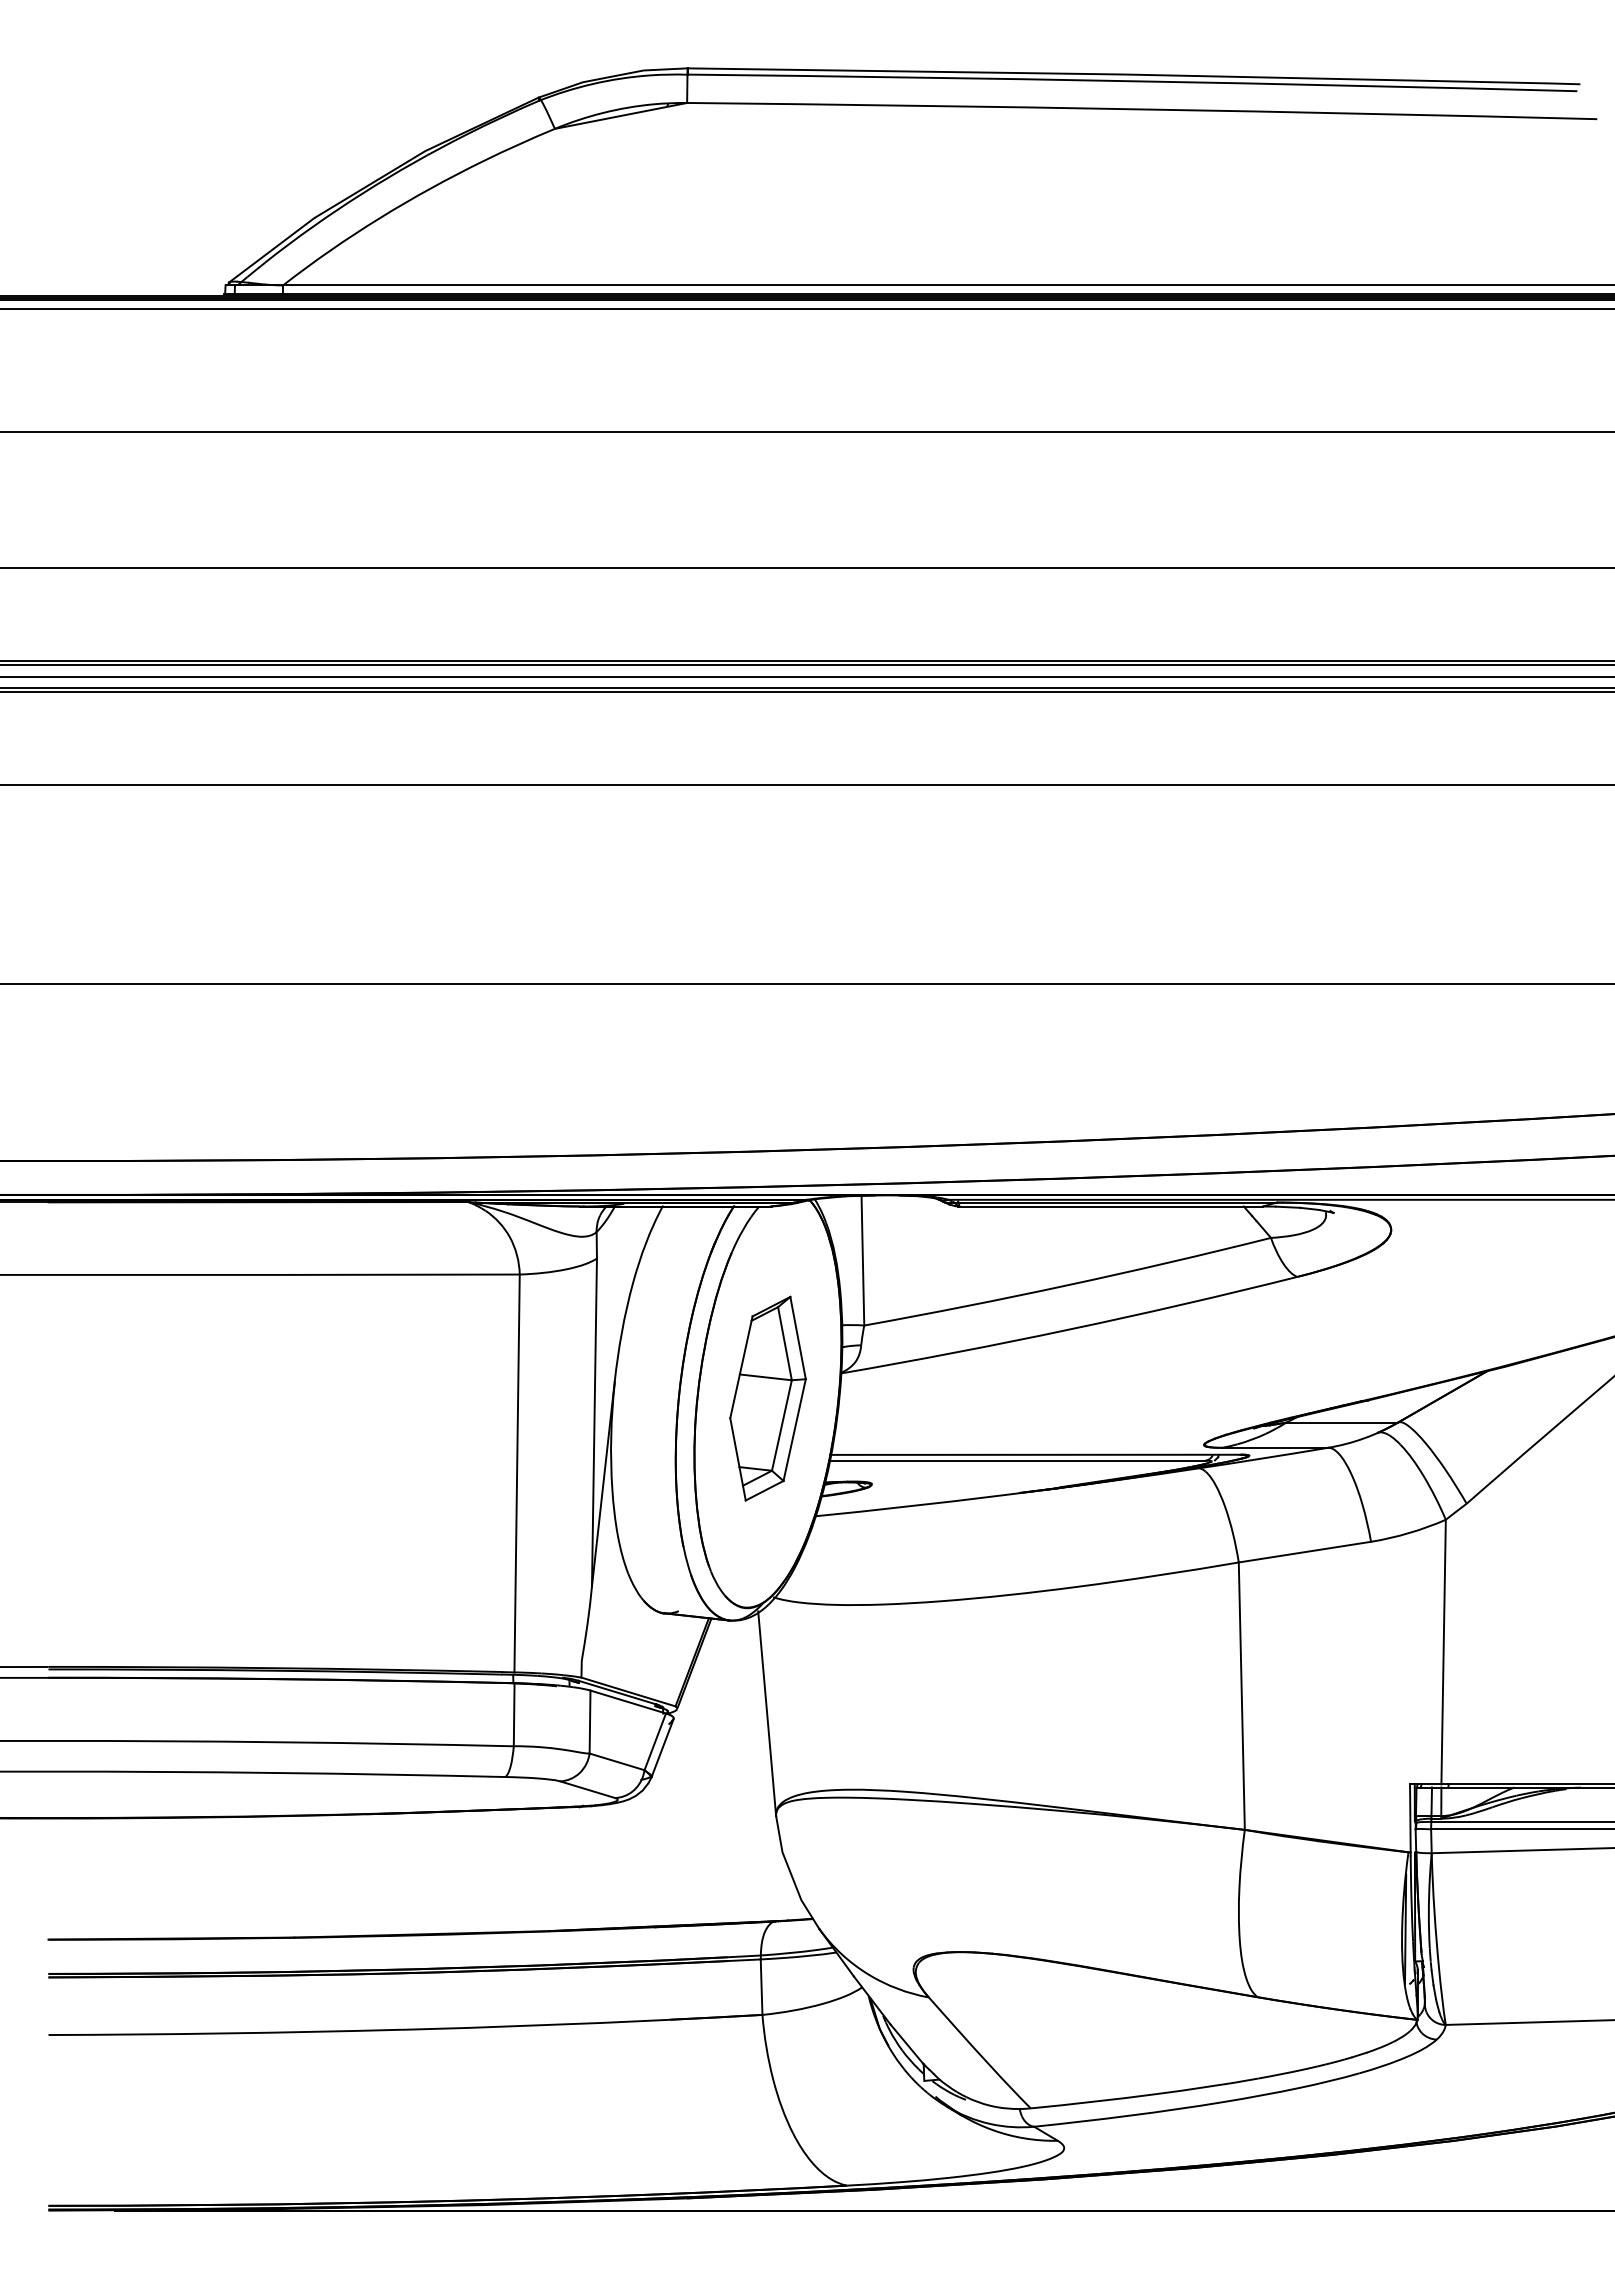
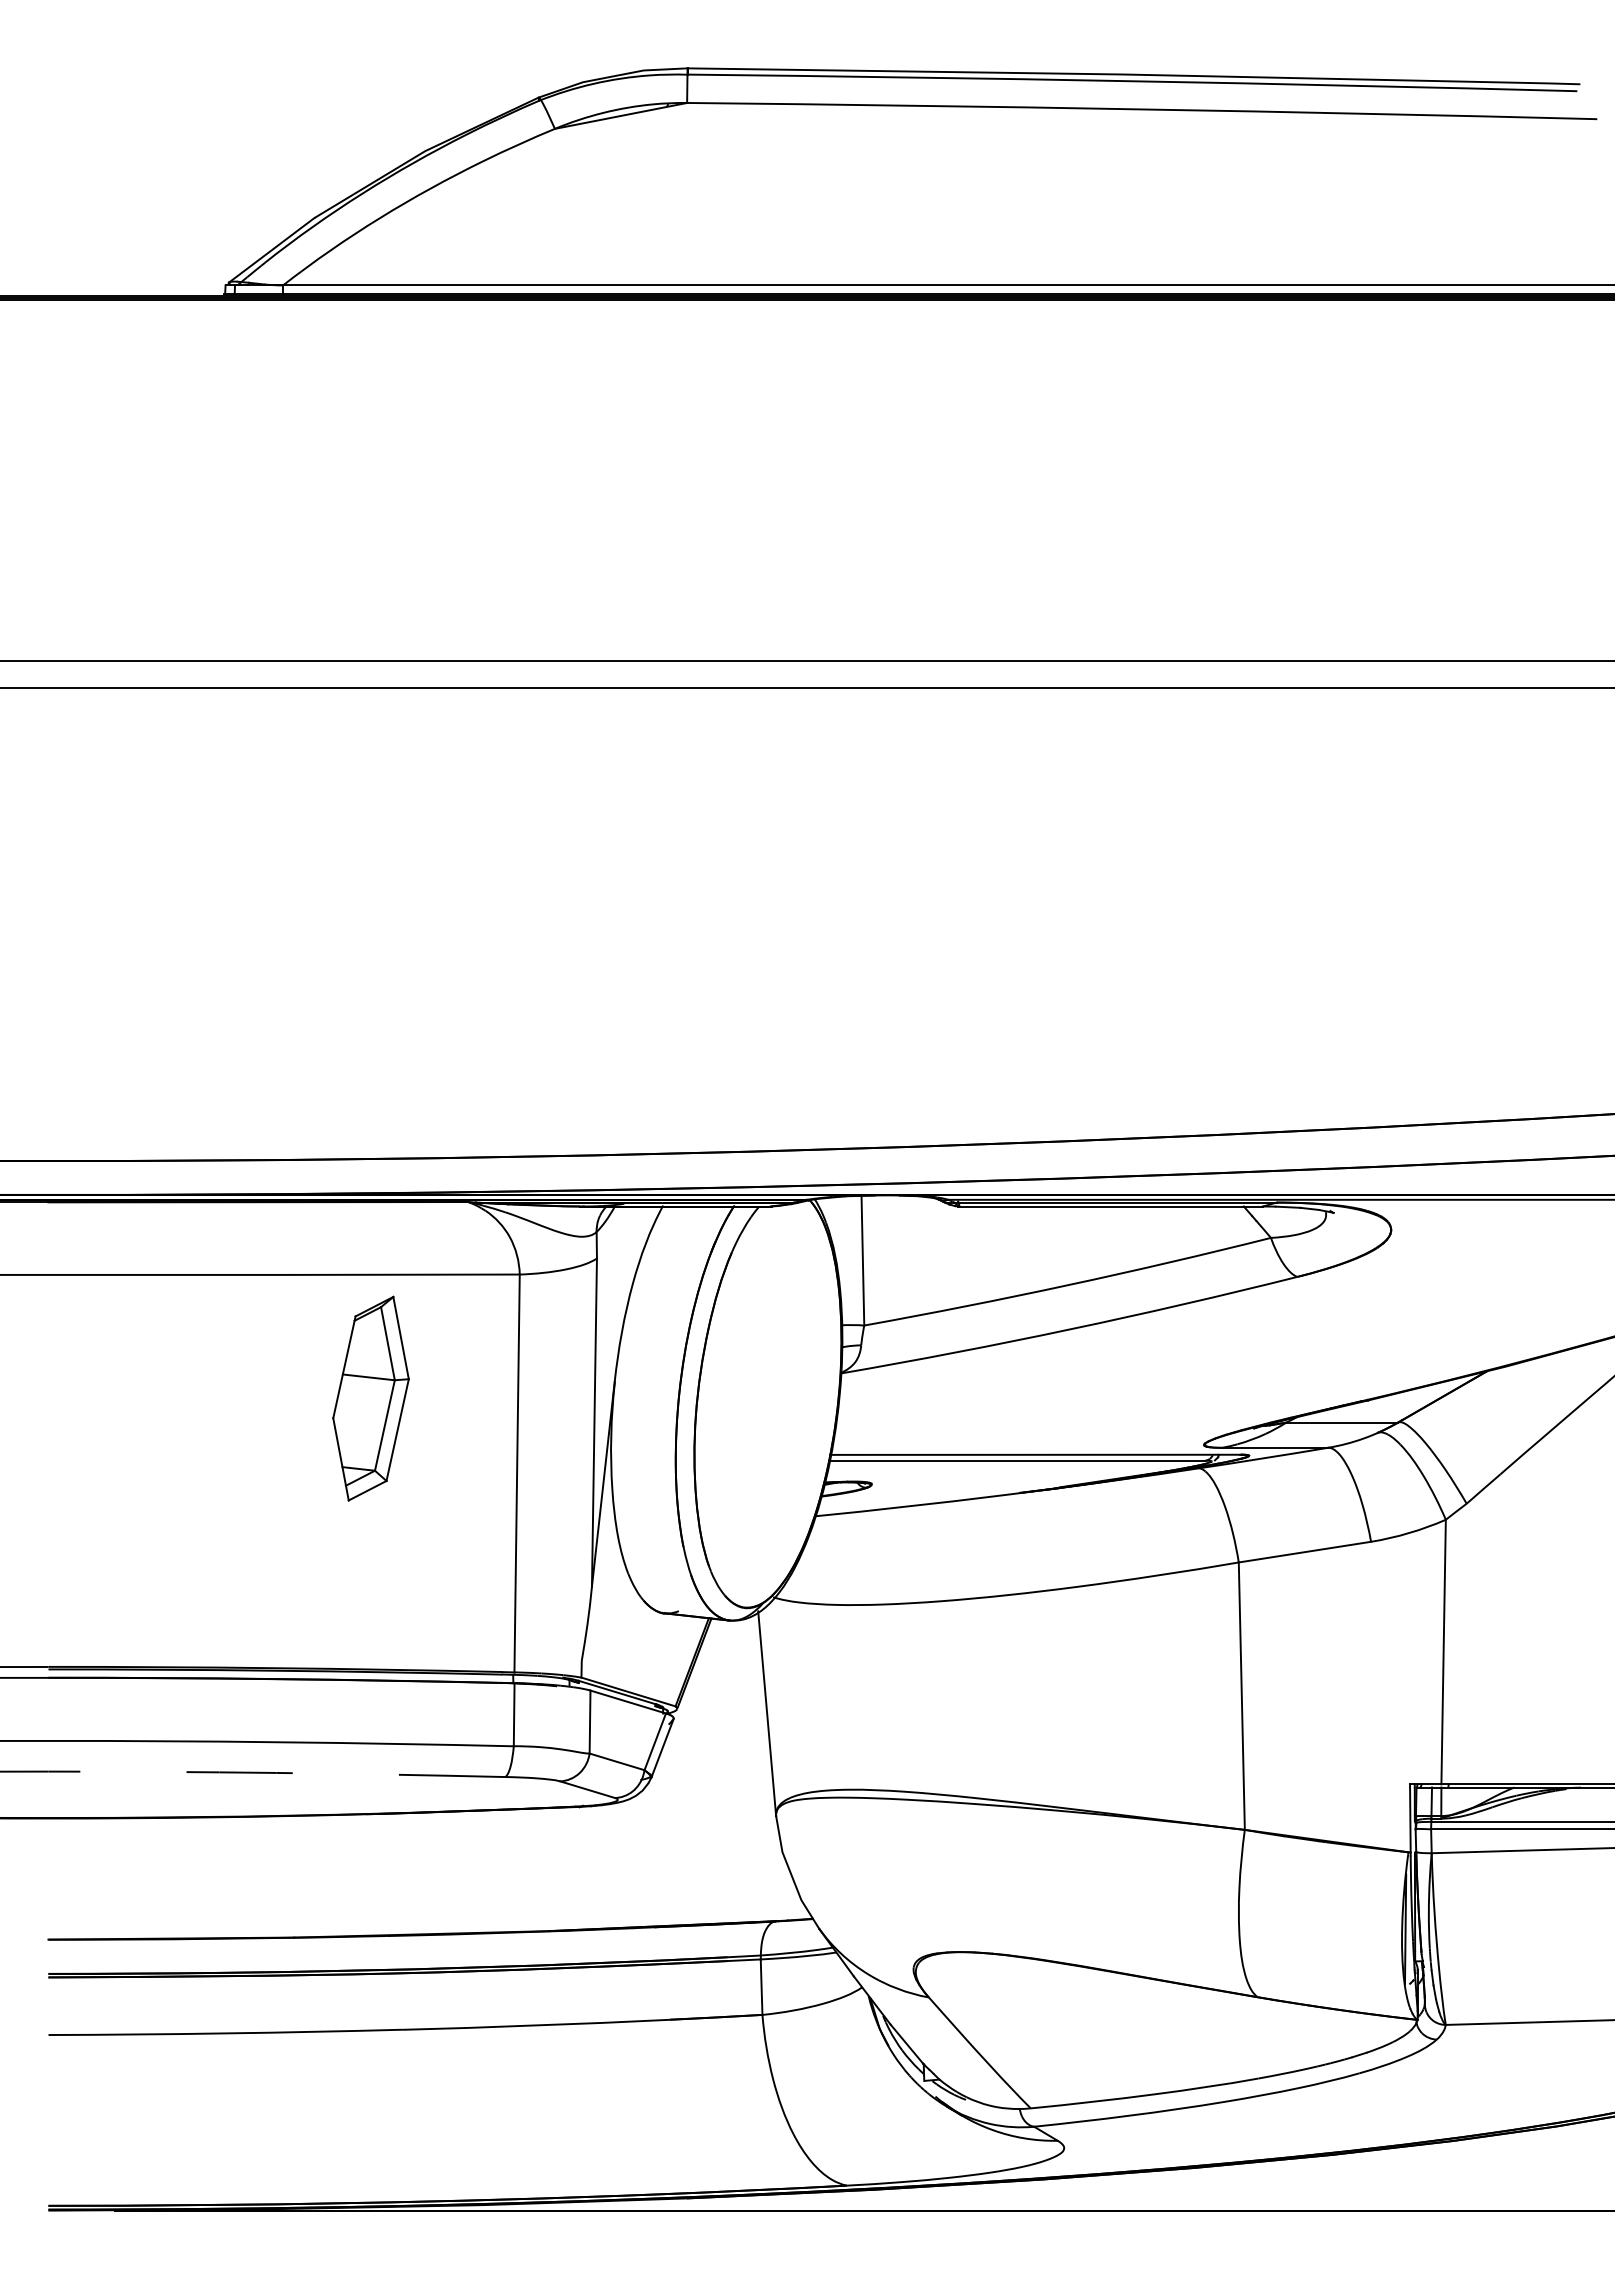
line at (806, 309): present -> none
line at (806, 432): present -> none
line at (806, 567): present -> none
line at (806, 664): present -> none
line at (806, 677): present -> none
line at (806, 692): present -> none
line at (806, 784): present -> none
line at (806, 984): present -> none
part at (767, 1398) position: (767, 1398) -> (370, 1398)
arc at (252, 1772): solid -> dashed
